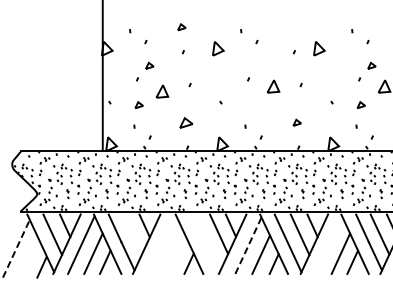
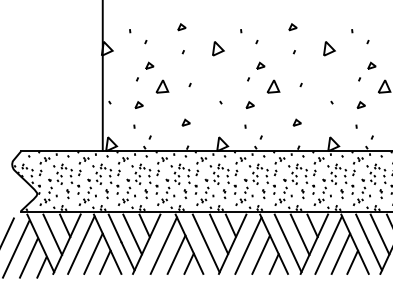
part at (292, 27): none -> present
line at (320, 47) position: (320, 47) -> (330, 47)
part at (260, 65): none -> present
line at (161, 90) position: (161, 90) -> (161, 85)
part at (249, 104): none -> present
part at (186, 122) size: 15x12 px -> 10x9 px
line at (7, 230): none -> present
line at (132, 234): none -> present
line at (205, 243): none -> present
line at (328, 244): none -> present
line at (163, 245): none -> present
line at (248, 245): dashed -> solid
line at (16, 249): dashed -> solid
line at (176, 254): none -> present
line at (28, 258): none -> present
